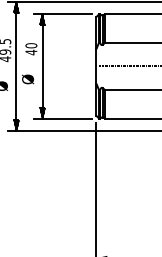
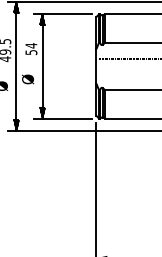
text at (31, 49): 40 -> 54
line at (127, 66) position: (127, 66) -> (127, 59)
